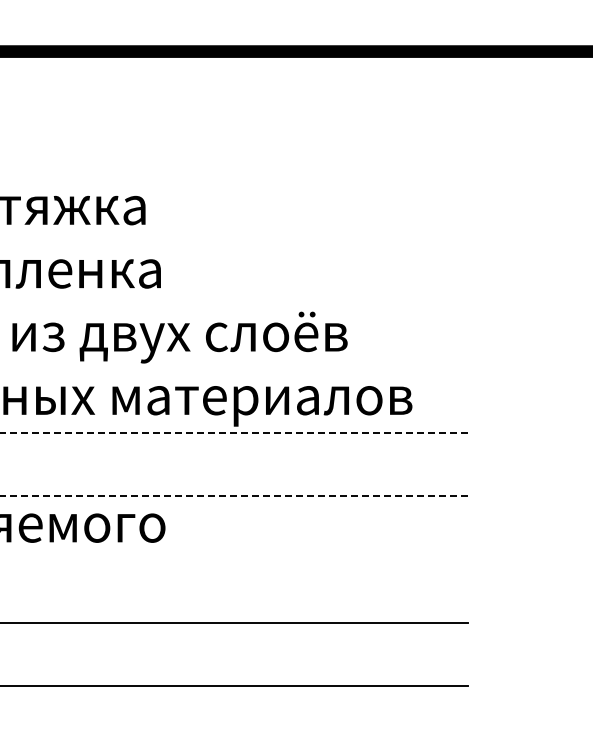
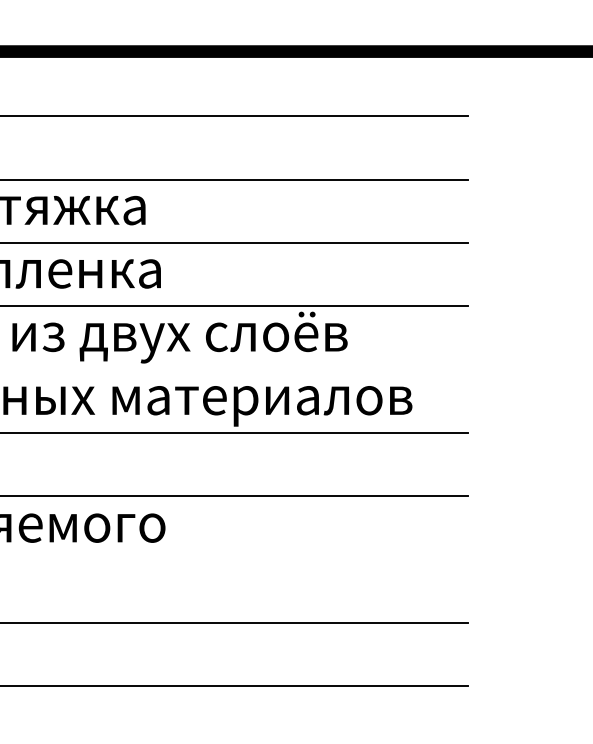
line at (234, 116): none -> present
line at (234, 179): none -> present
line at (234, 242): none -> present
line at (234, 306): none -> present
line at (234, 432): dashed -> solid
line at (234, 496): dashed -> solid
